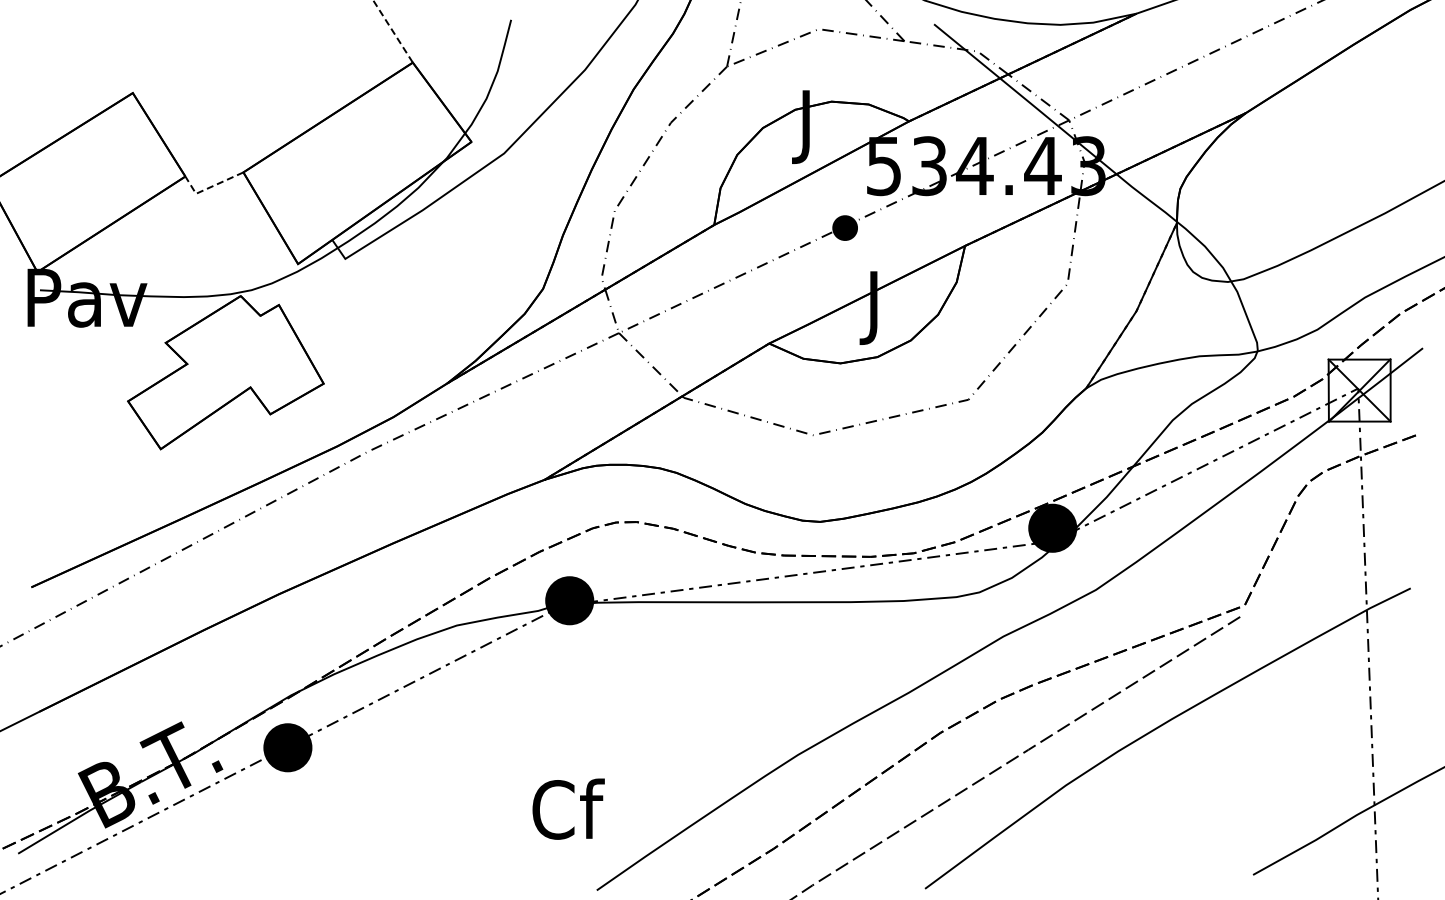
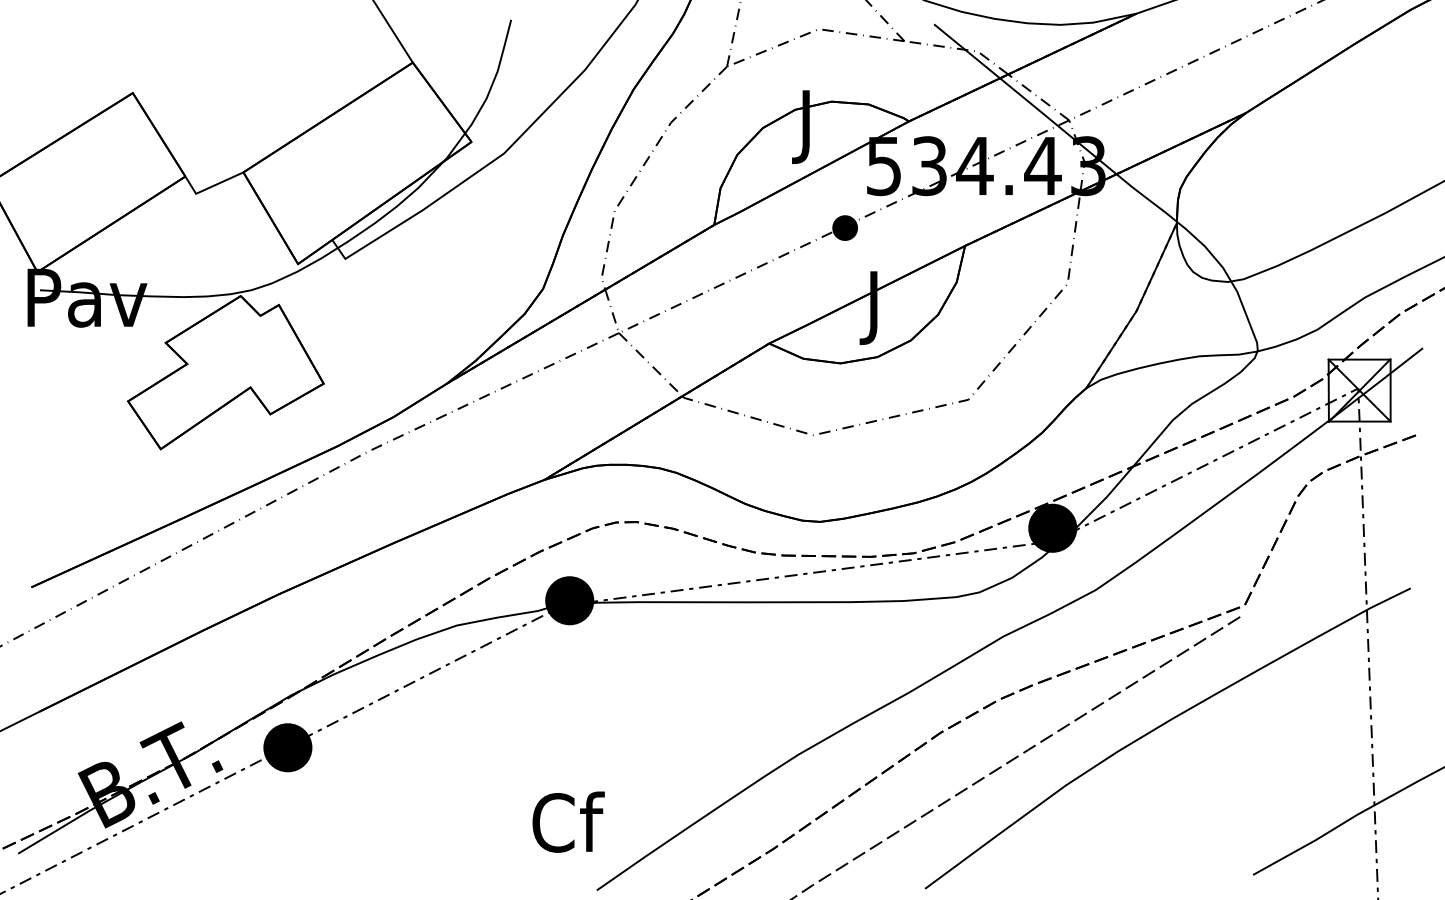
line at (393, 31): dashed -> solid
line at (209, 187): dashed -> solid
text at (568, 808) position: (568, 808) -> (568, 821)
